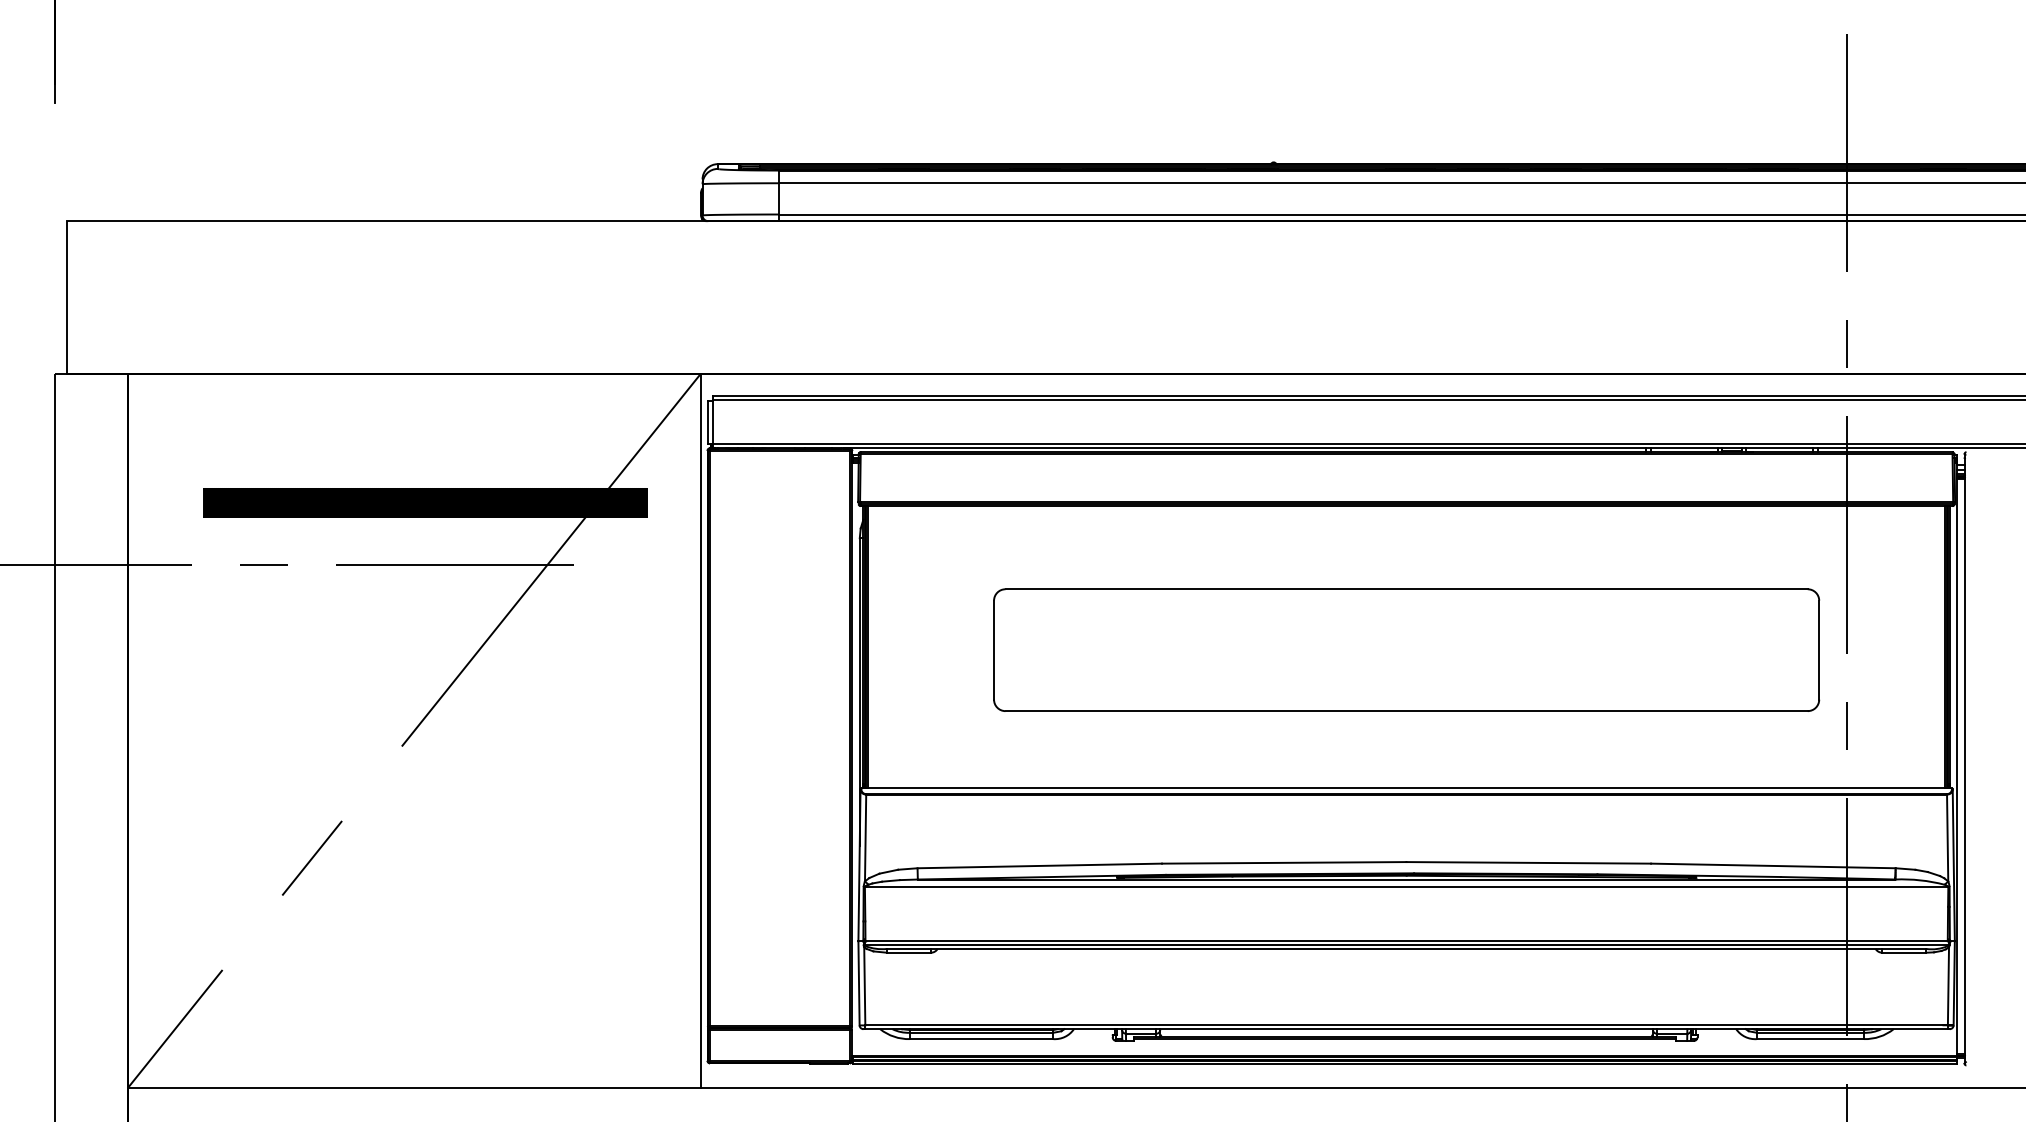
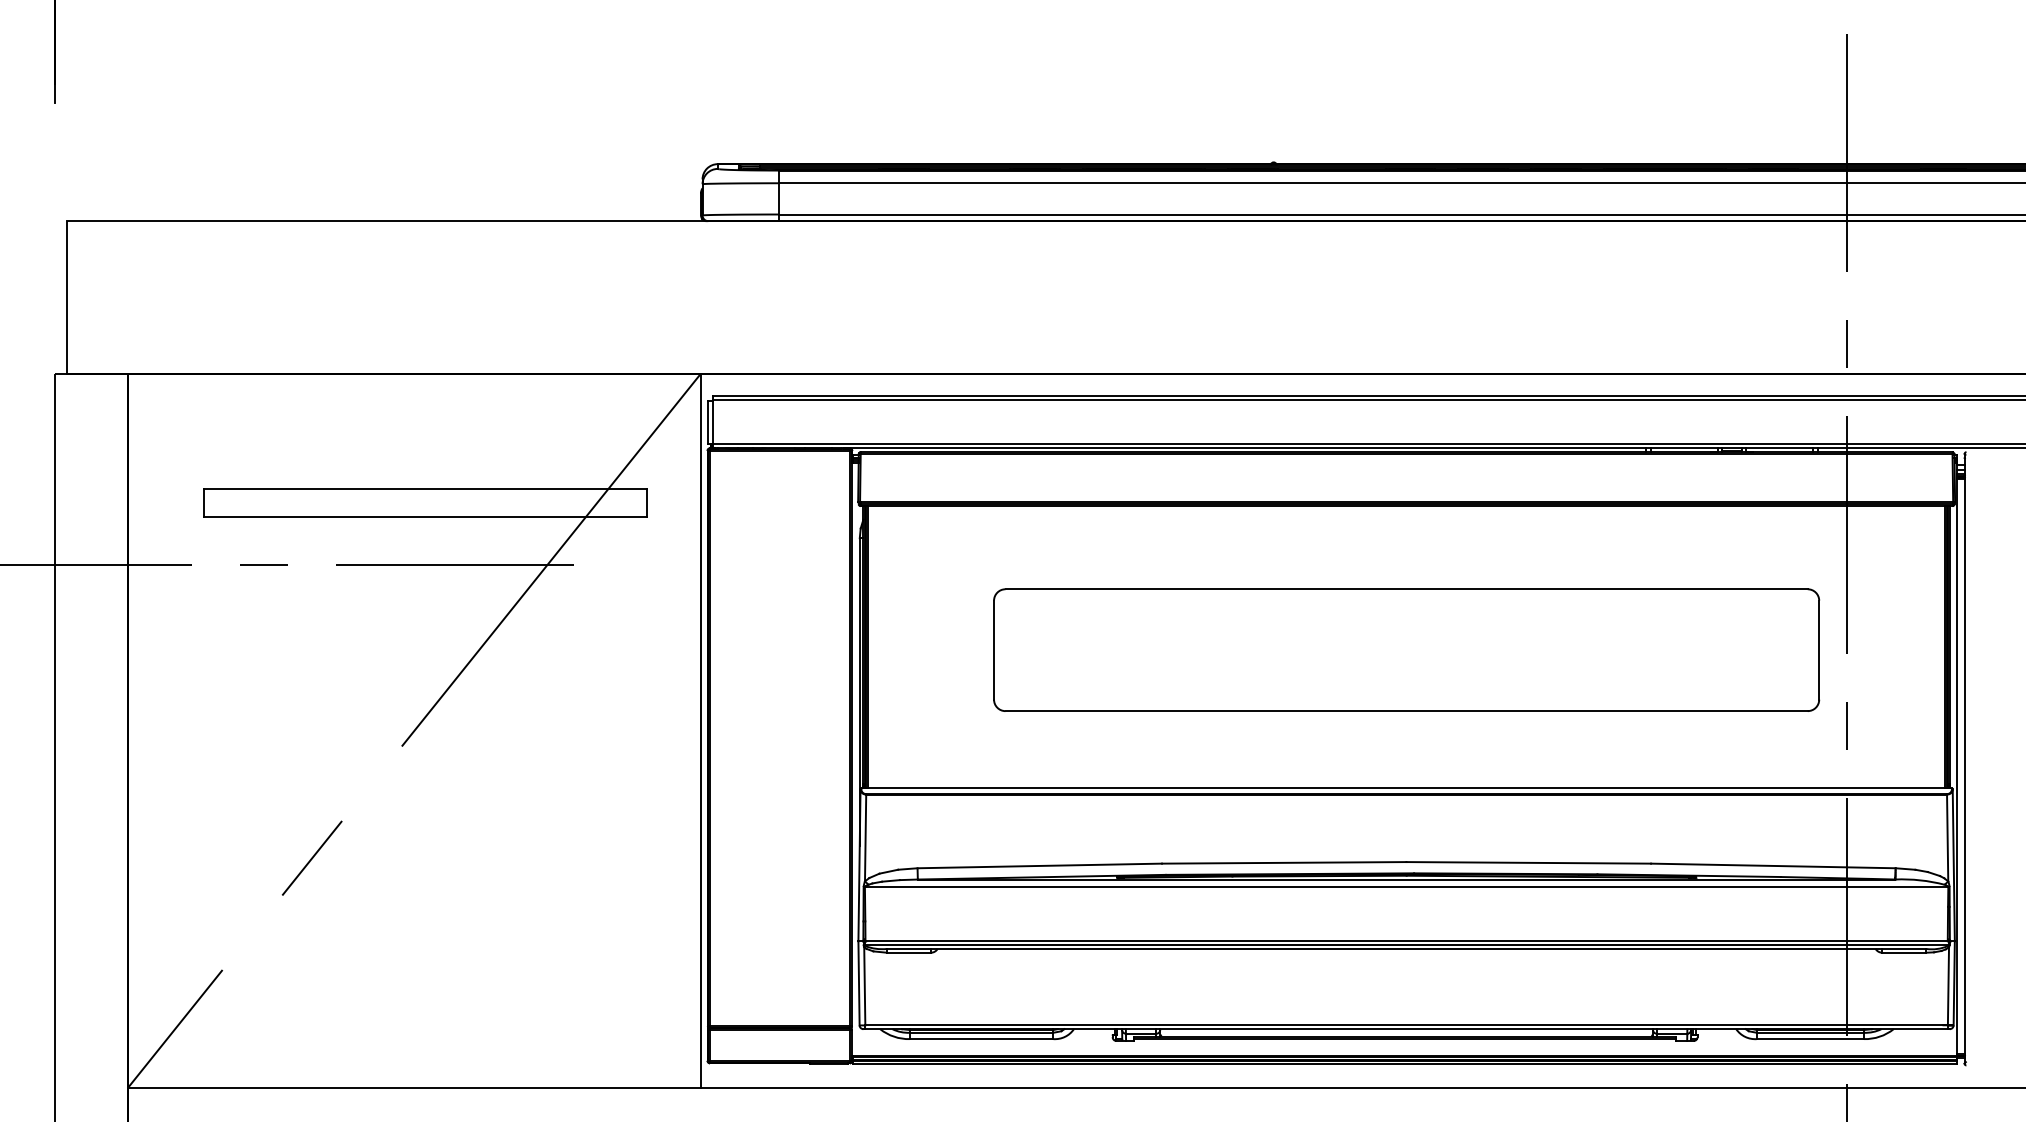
hatch at (425, 502): present -> none
